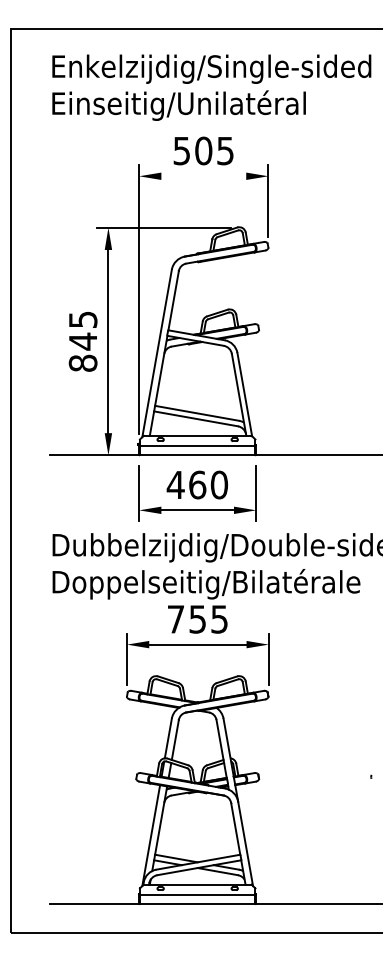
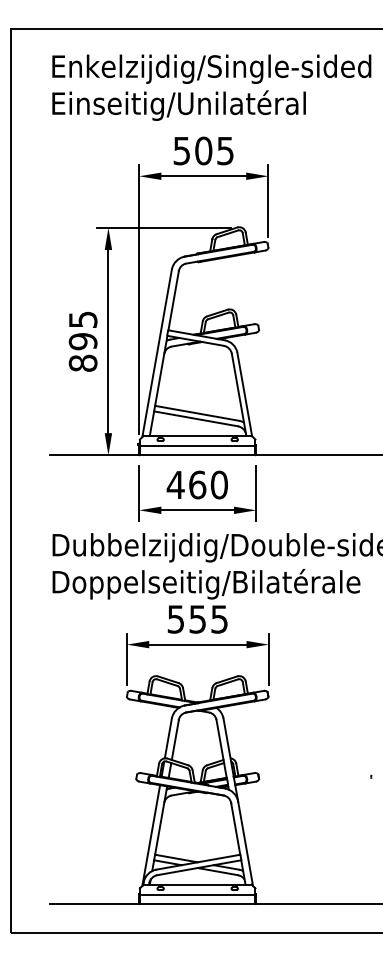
line at (203, 176): none -> present
text at (82, 341): 845 -> 895
text at (175, 619): 755 -> 555
